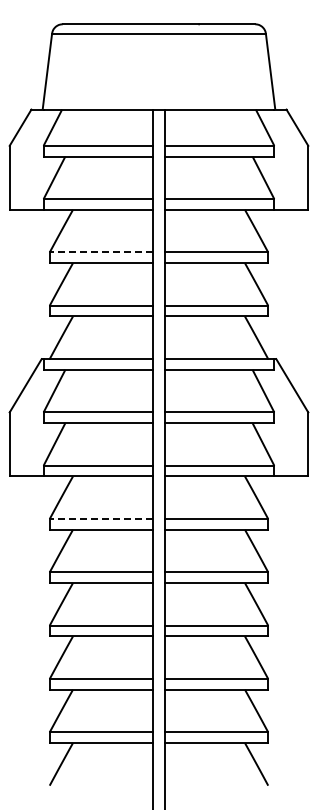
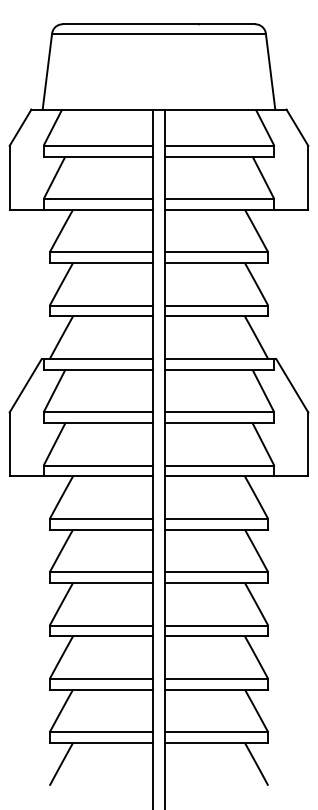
line at (100, 252): dashed -> solid
line at (100, 519): dashed -> solid
